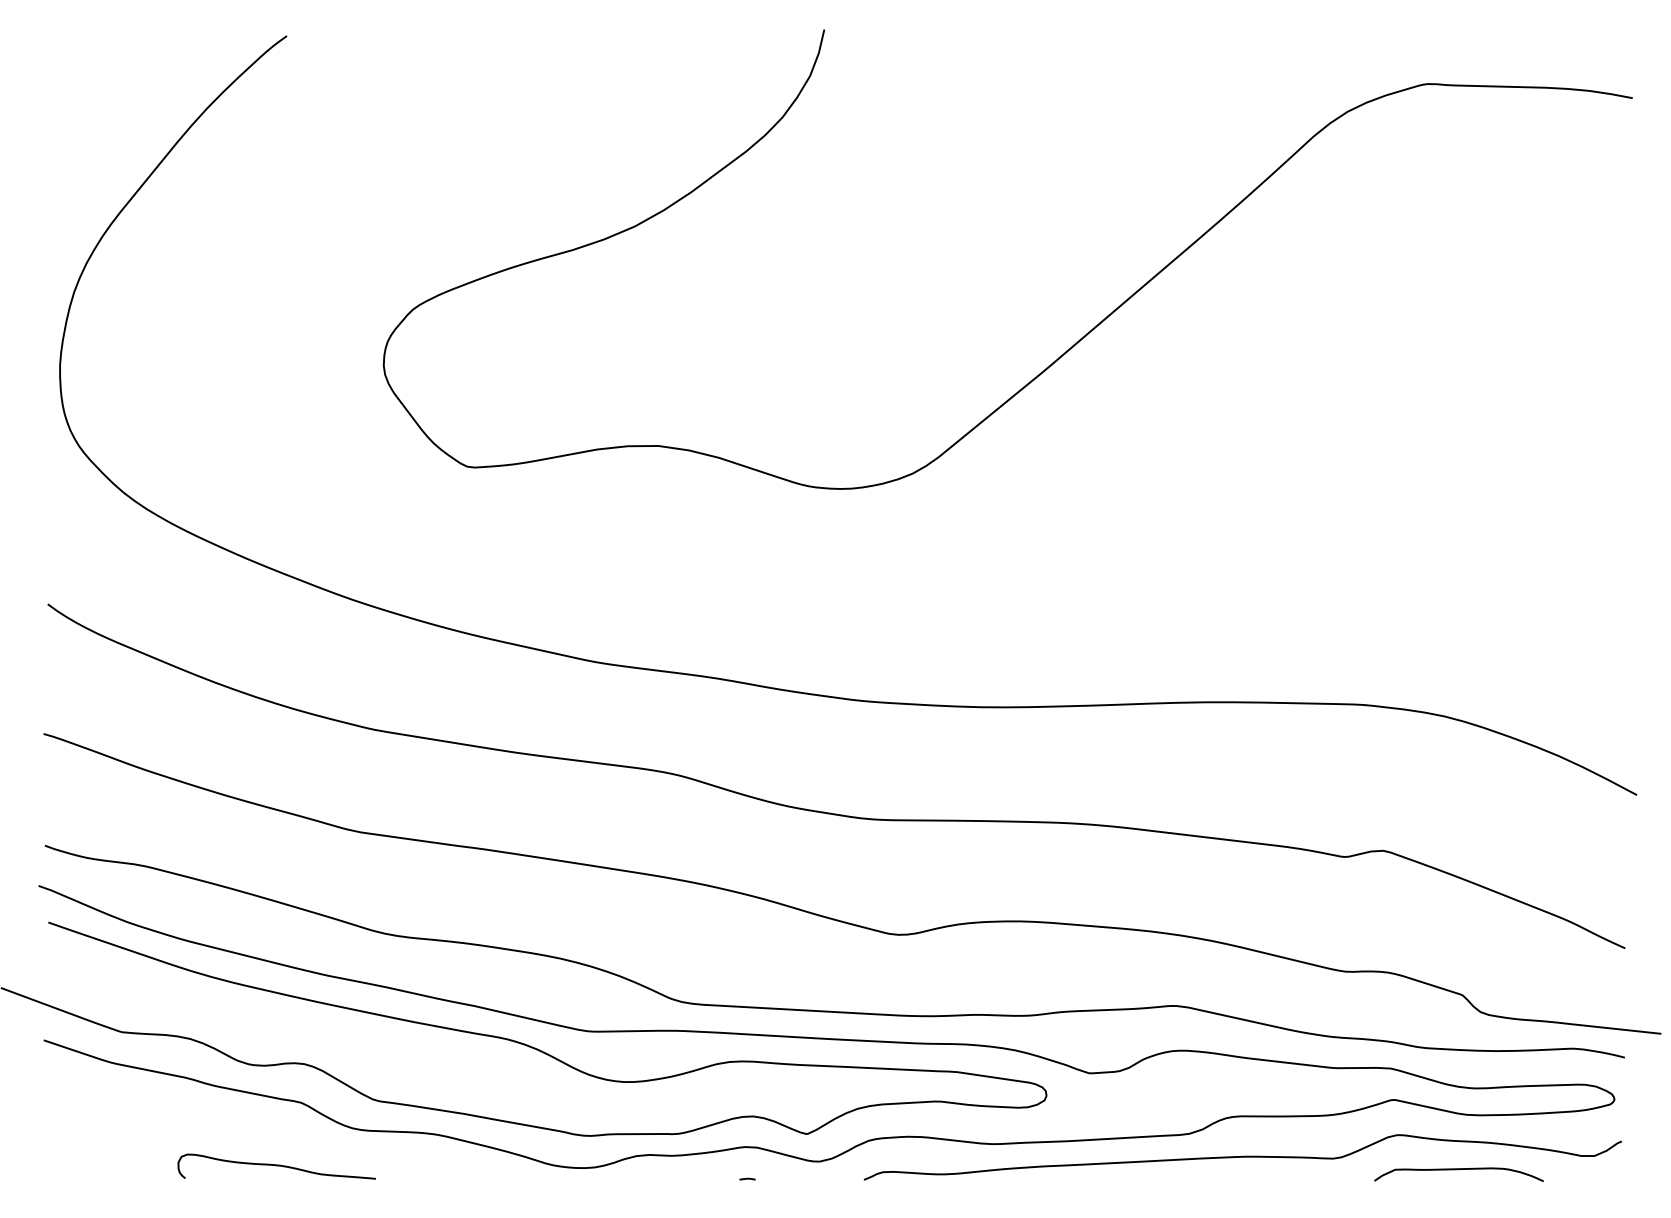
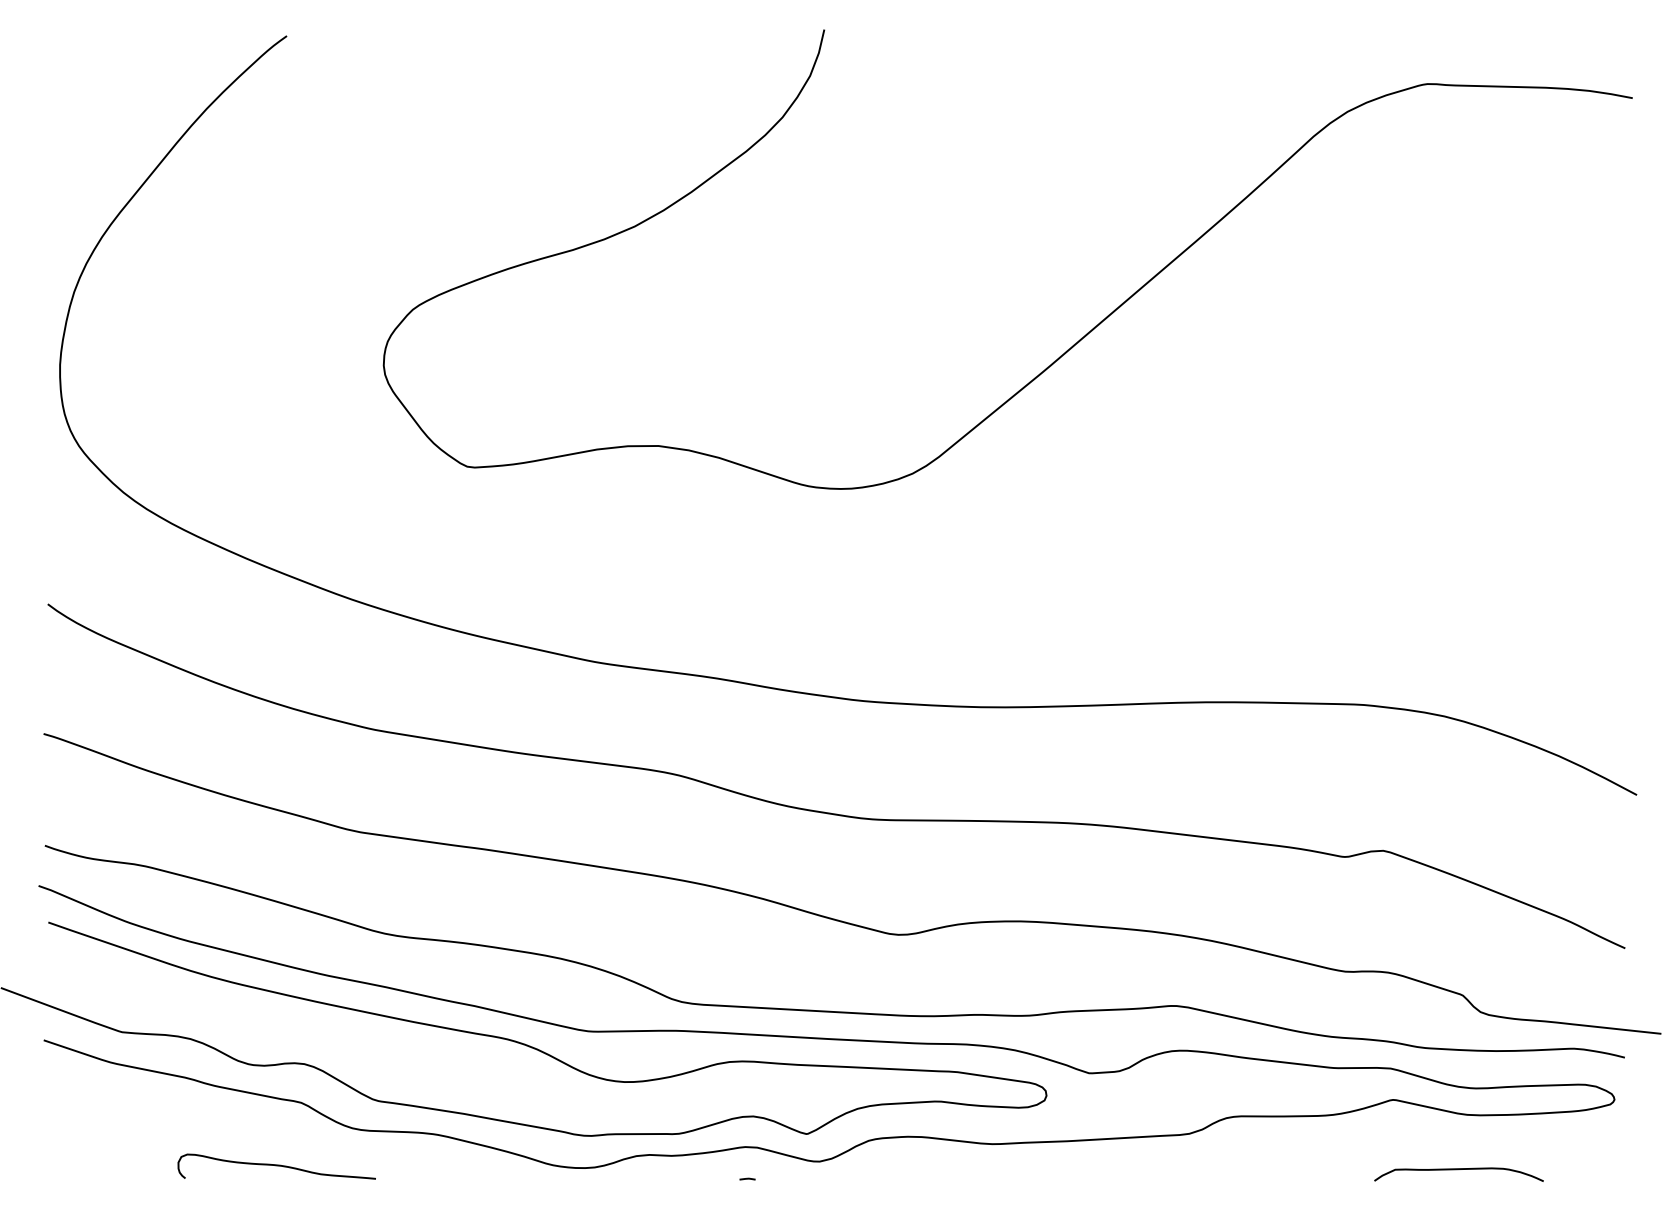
curve at (1242, 1157): present -> none
